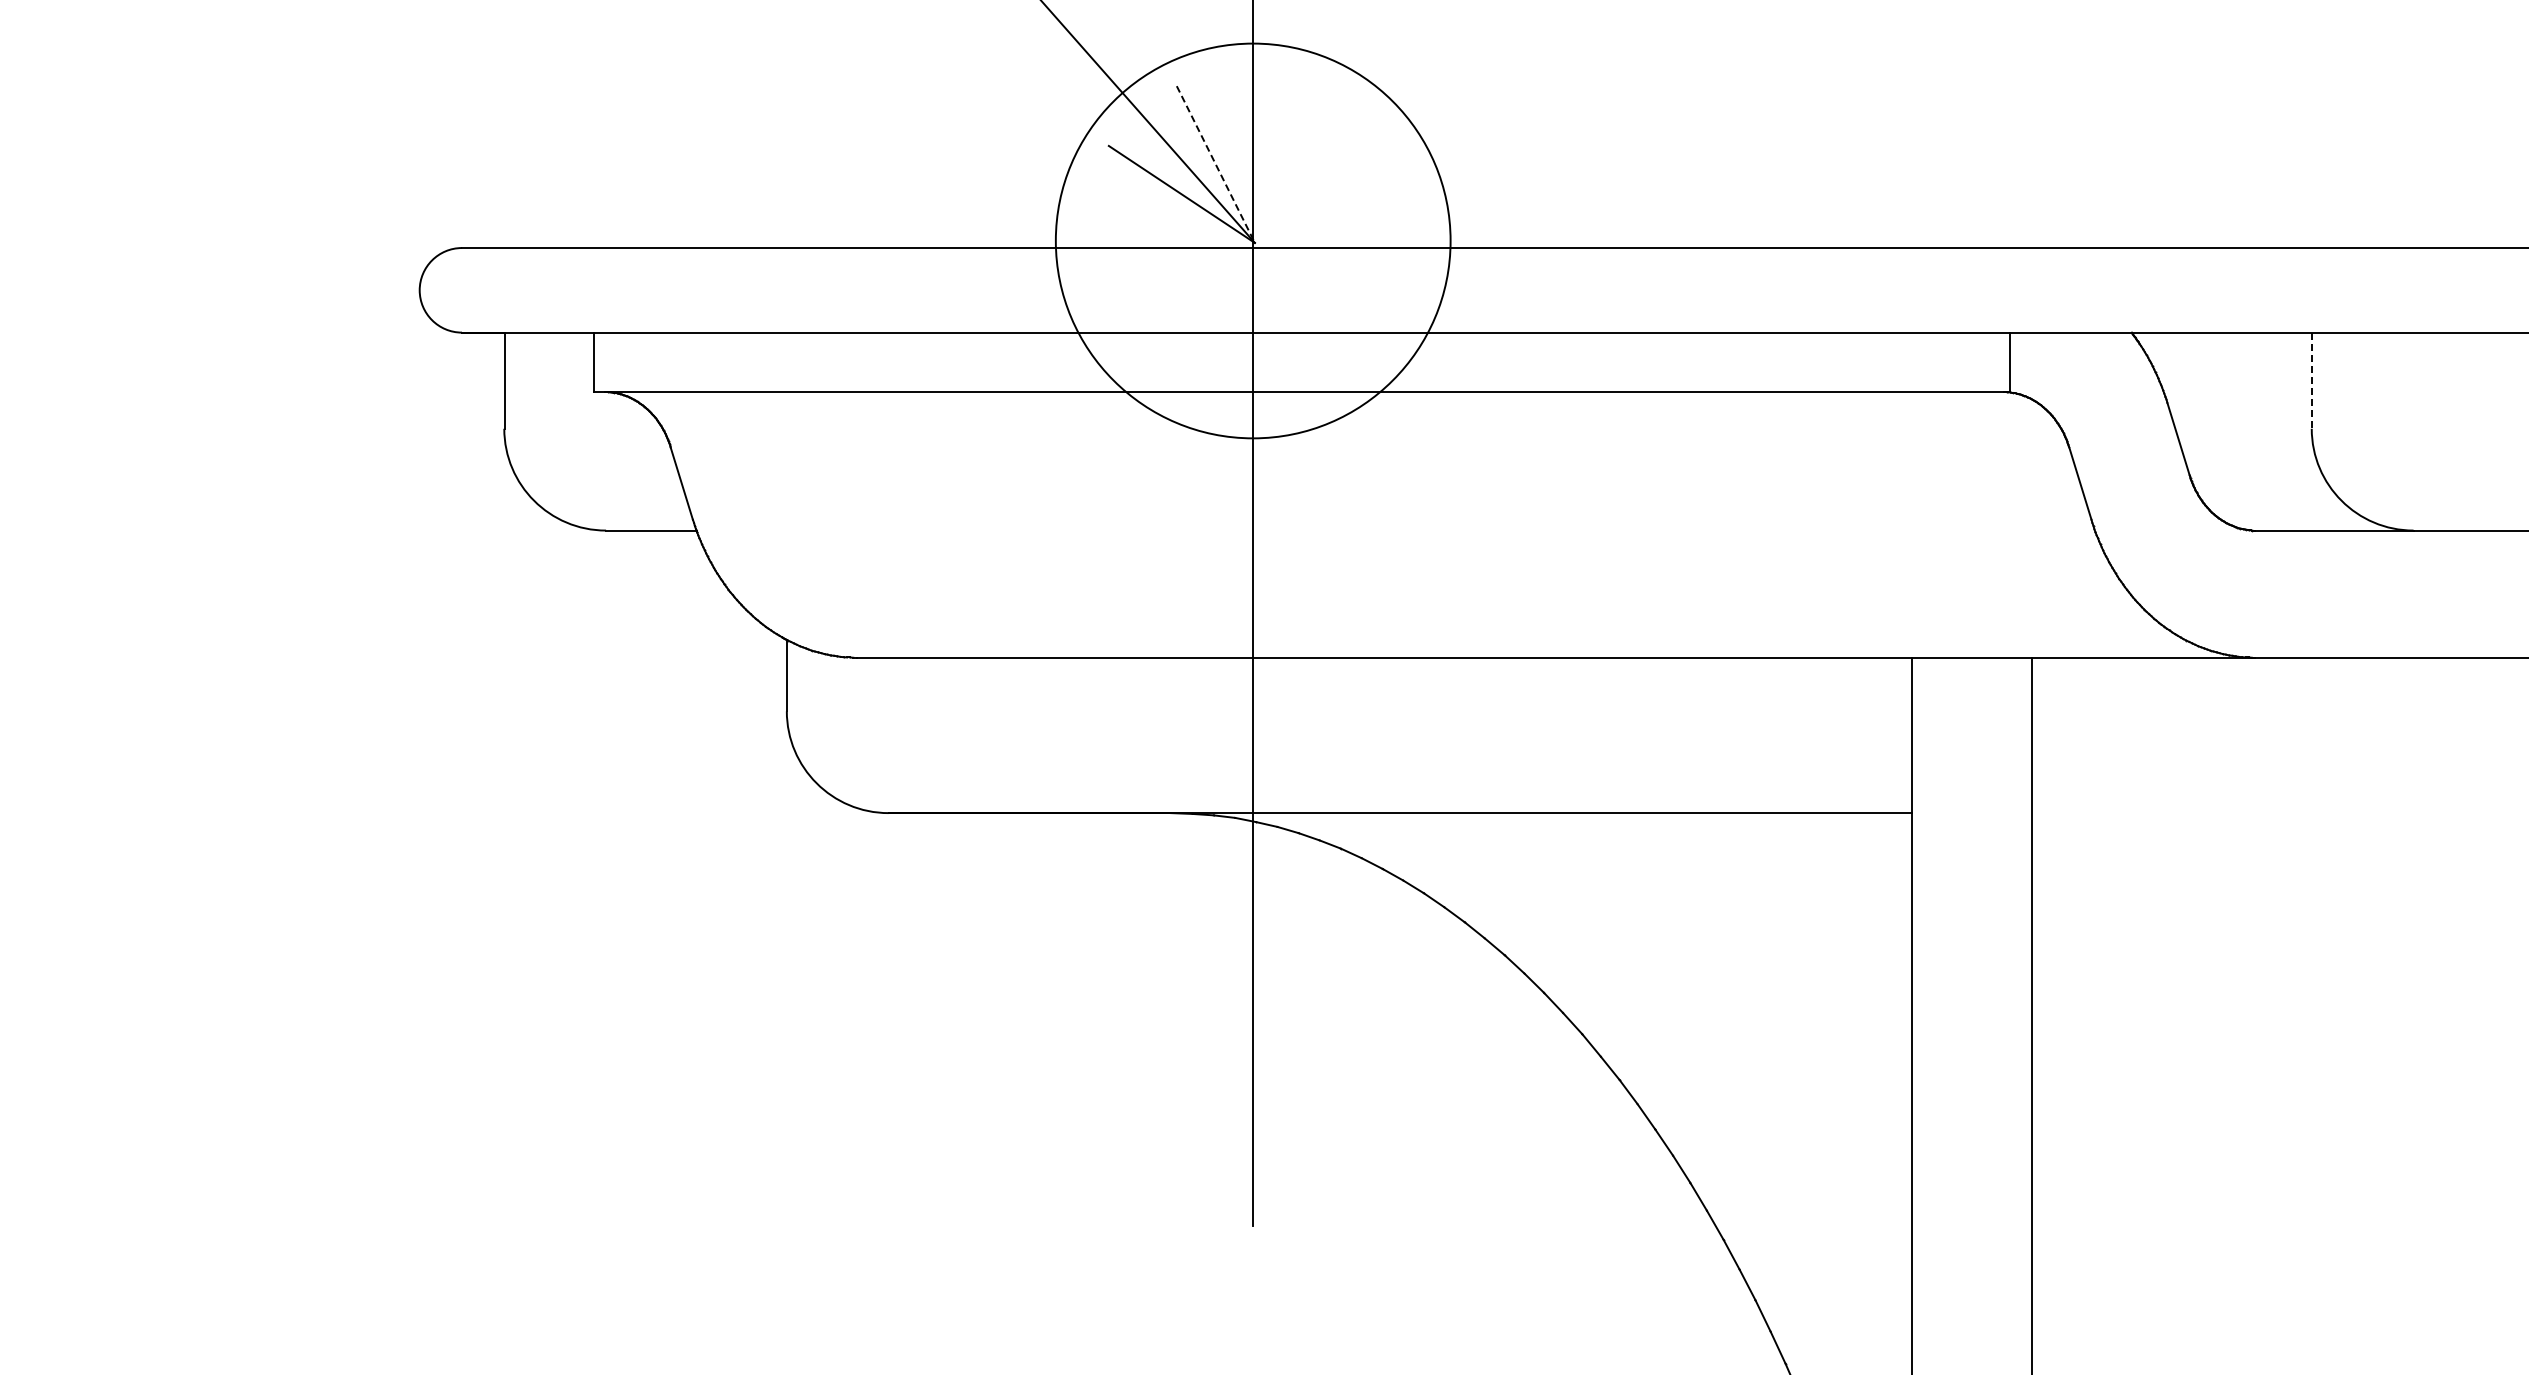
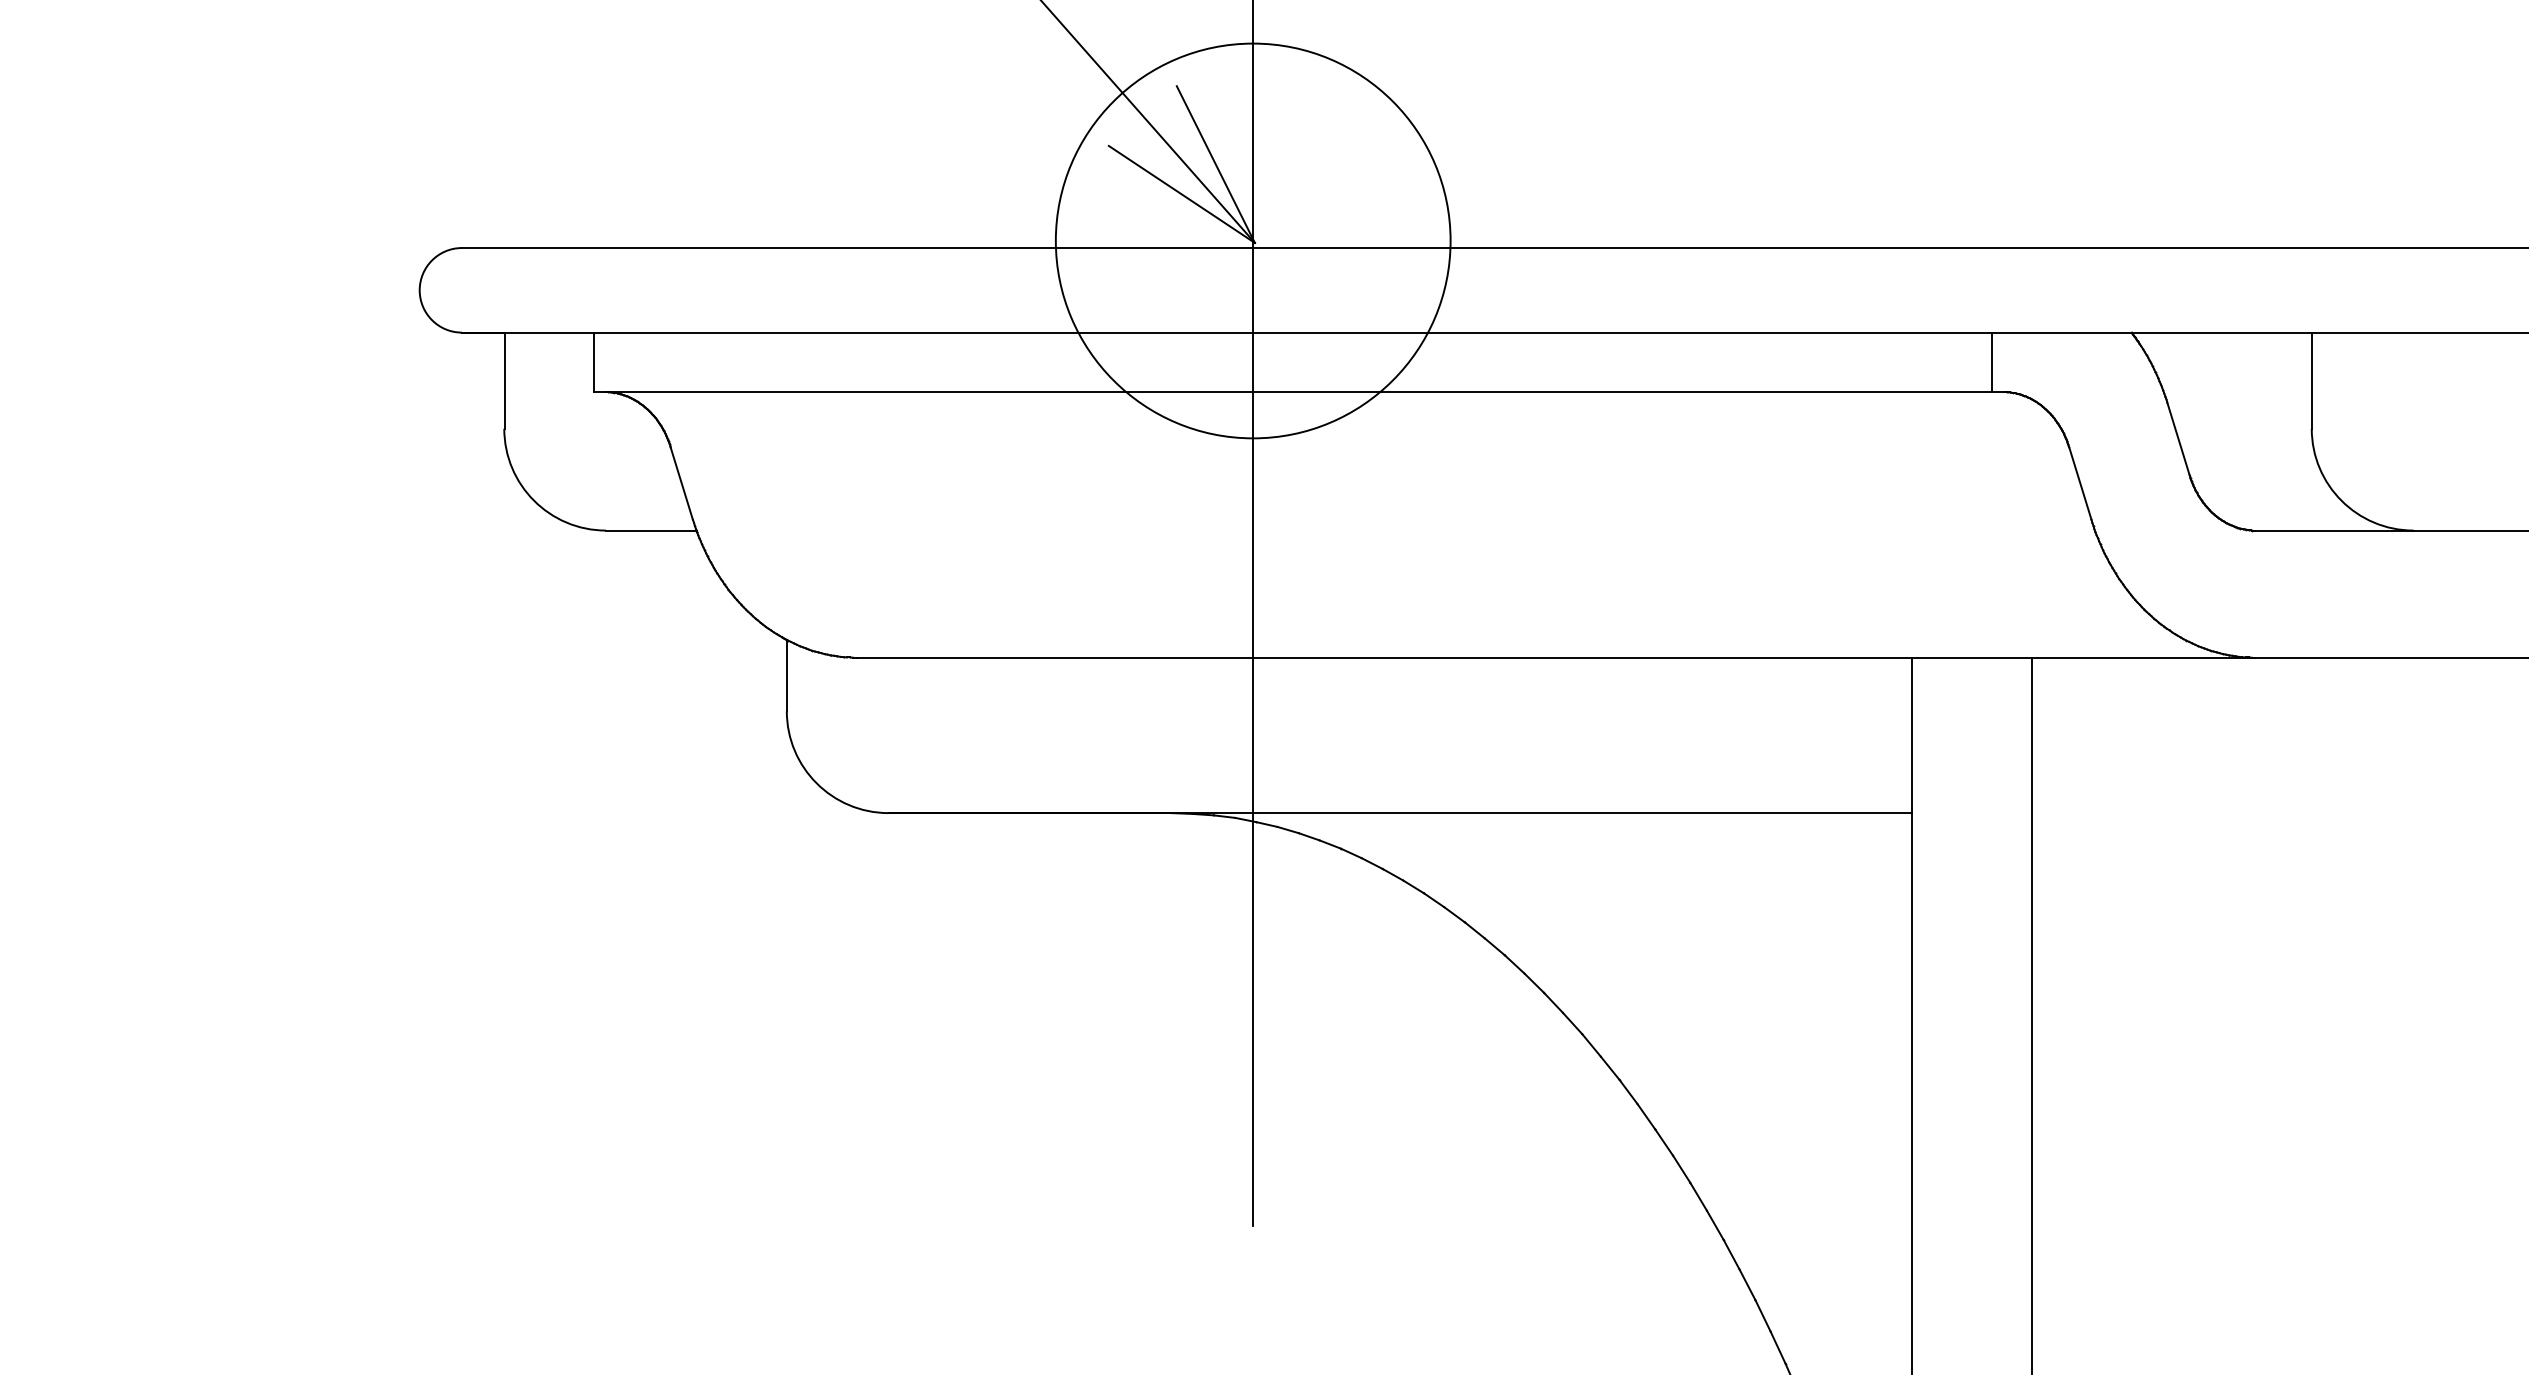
line at (1215, 164): dashed -> solid
line at (2010, 362) position: (2010, 362) -> (1992, 362)
line at (2312, 380): dashed -> solid
